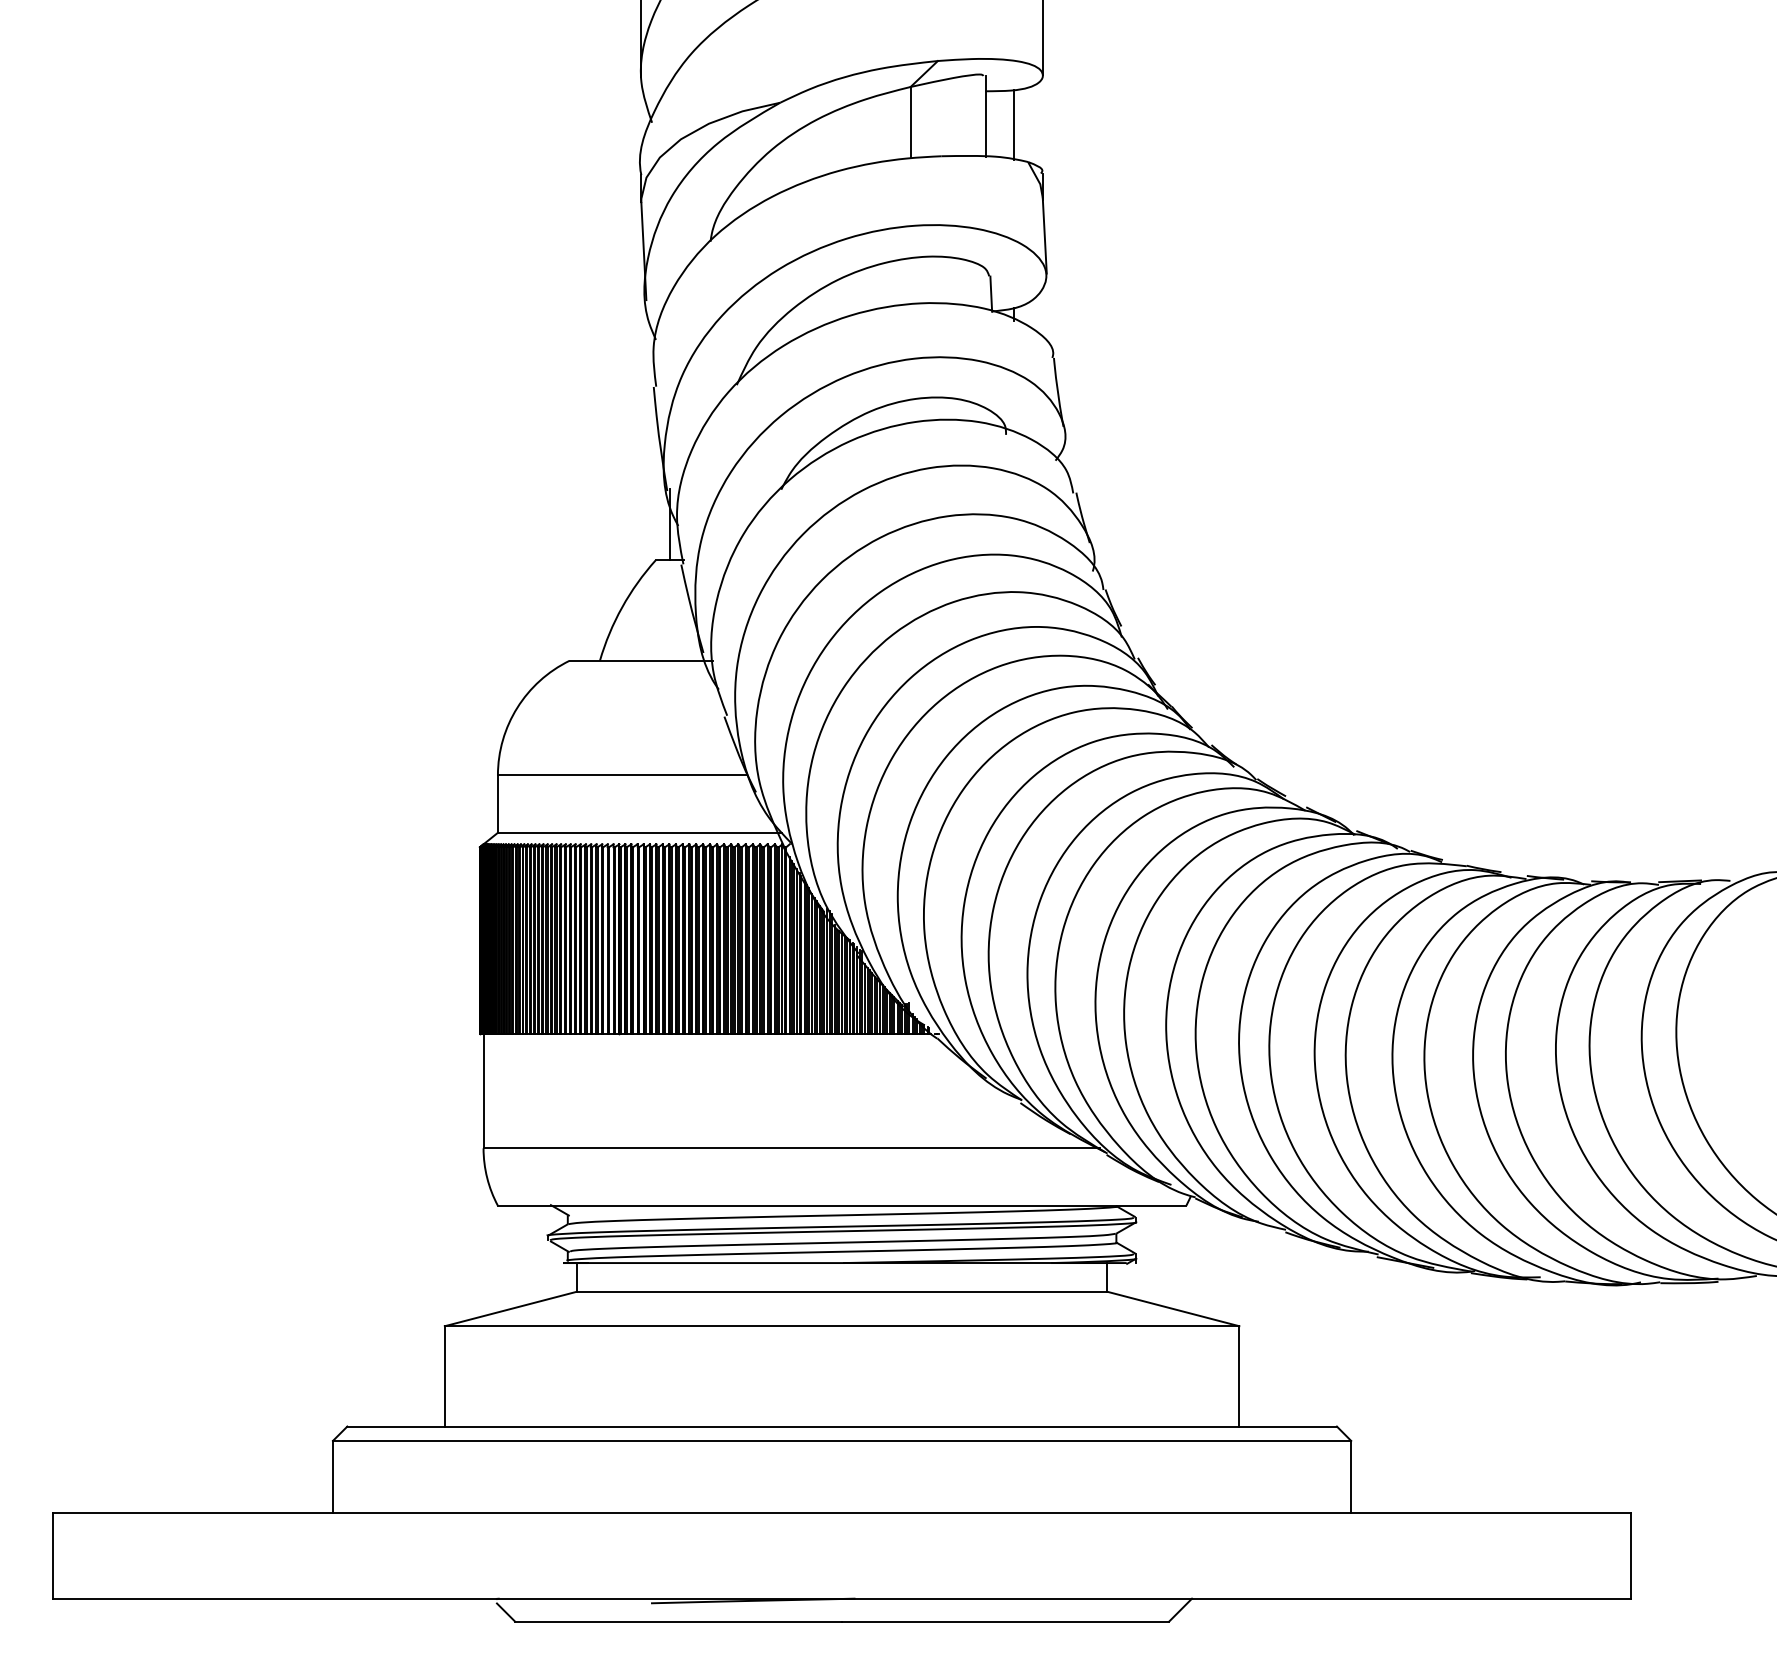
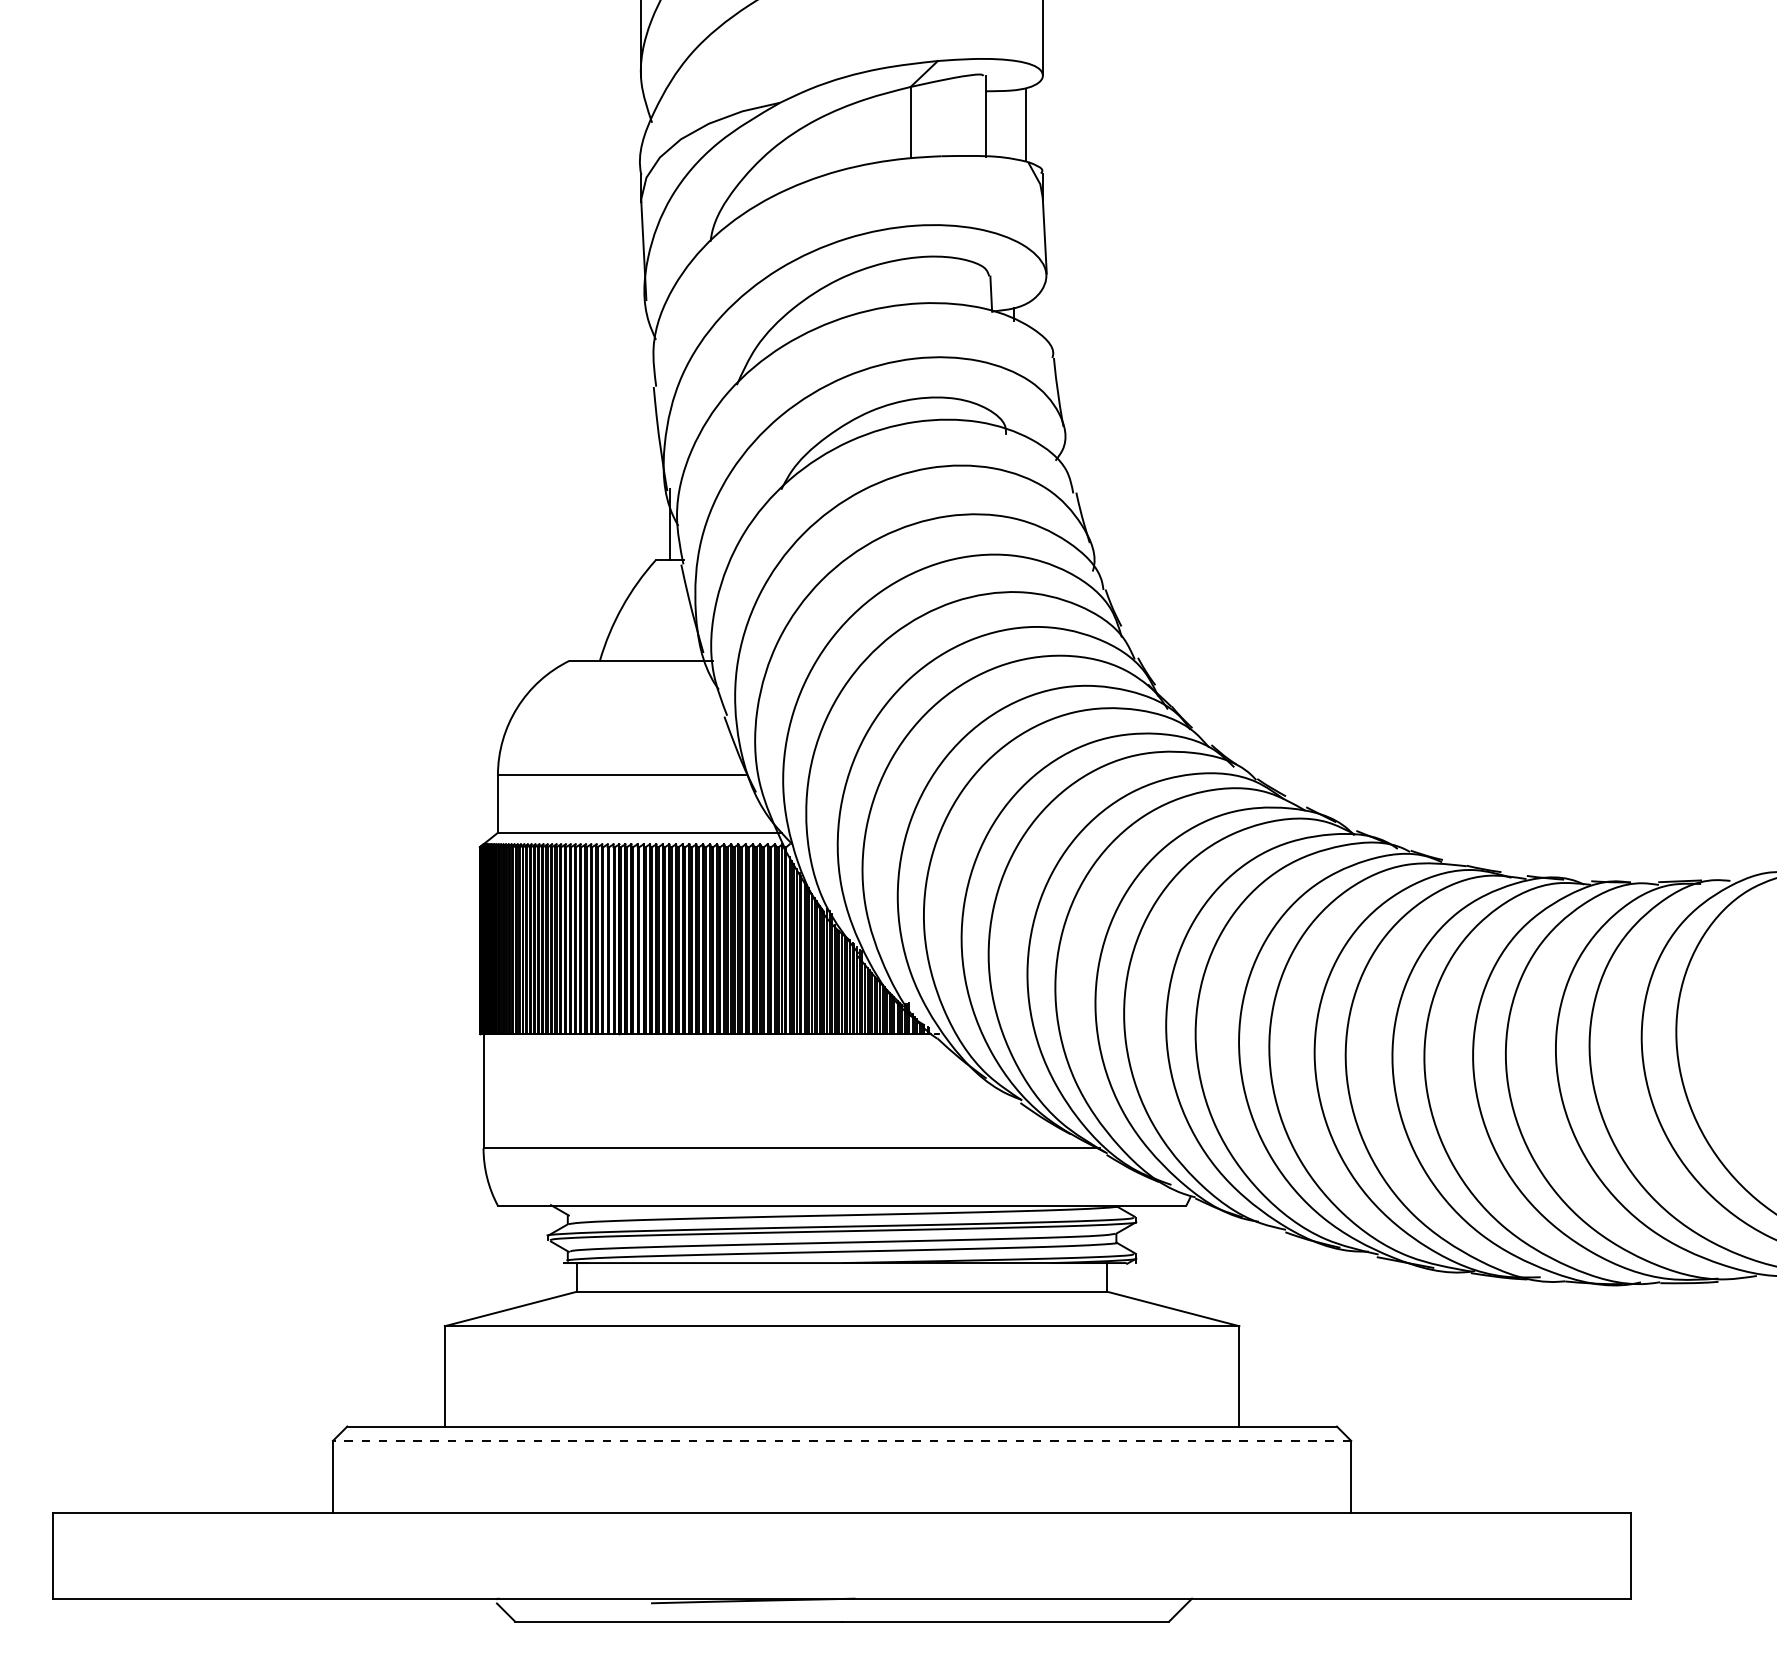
line at (1014, 124) position: (1014, 124) -> (1026, 124)
line at (841, 1440): solid -> dashed
